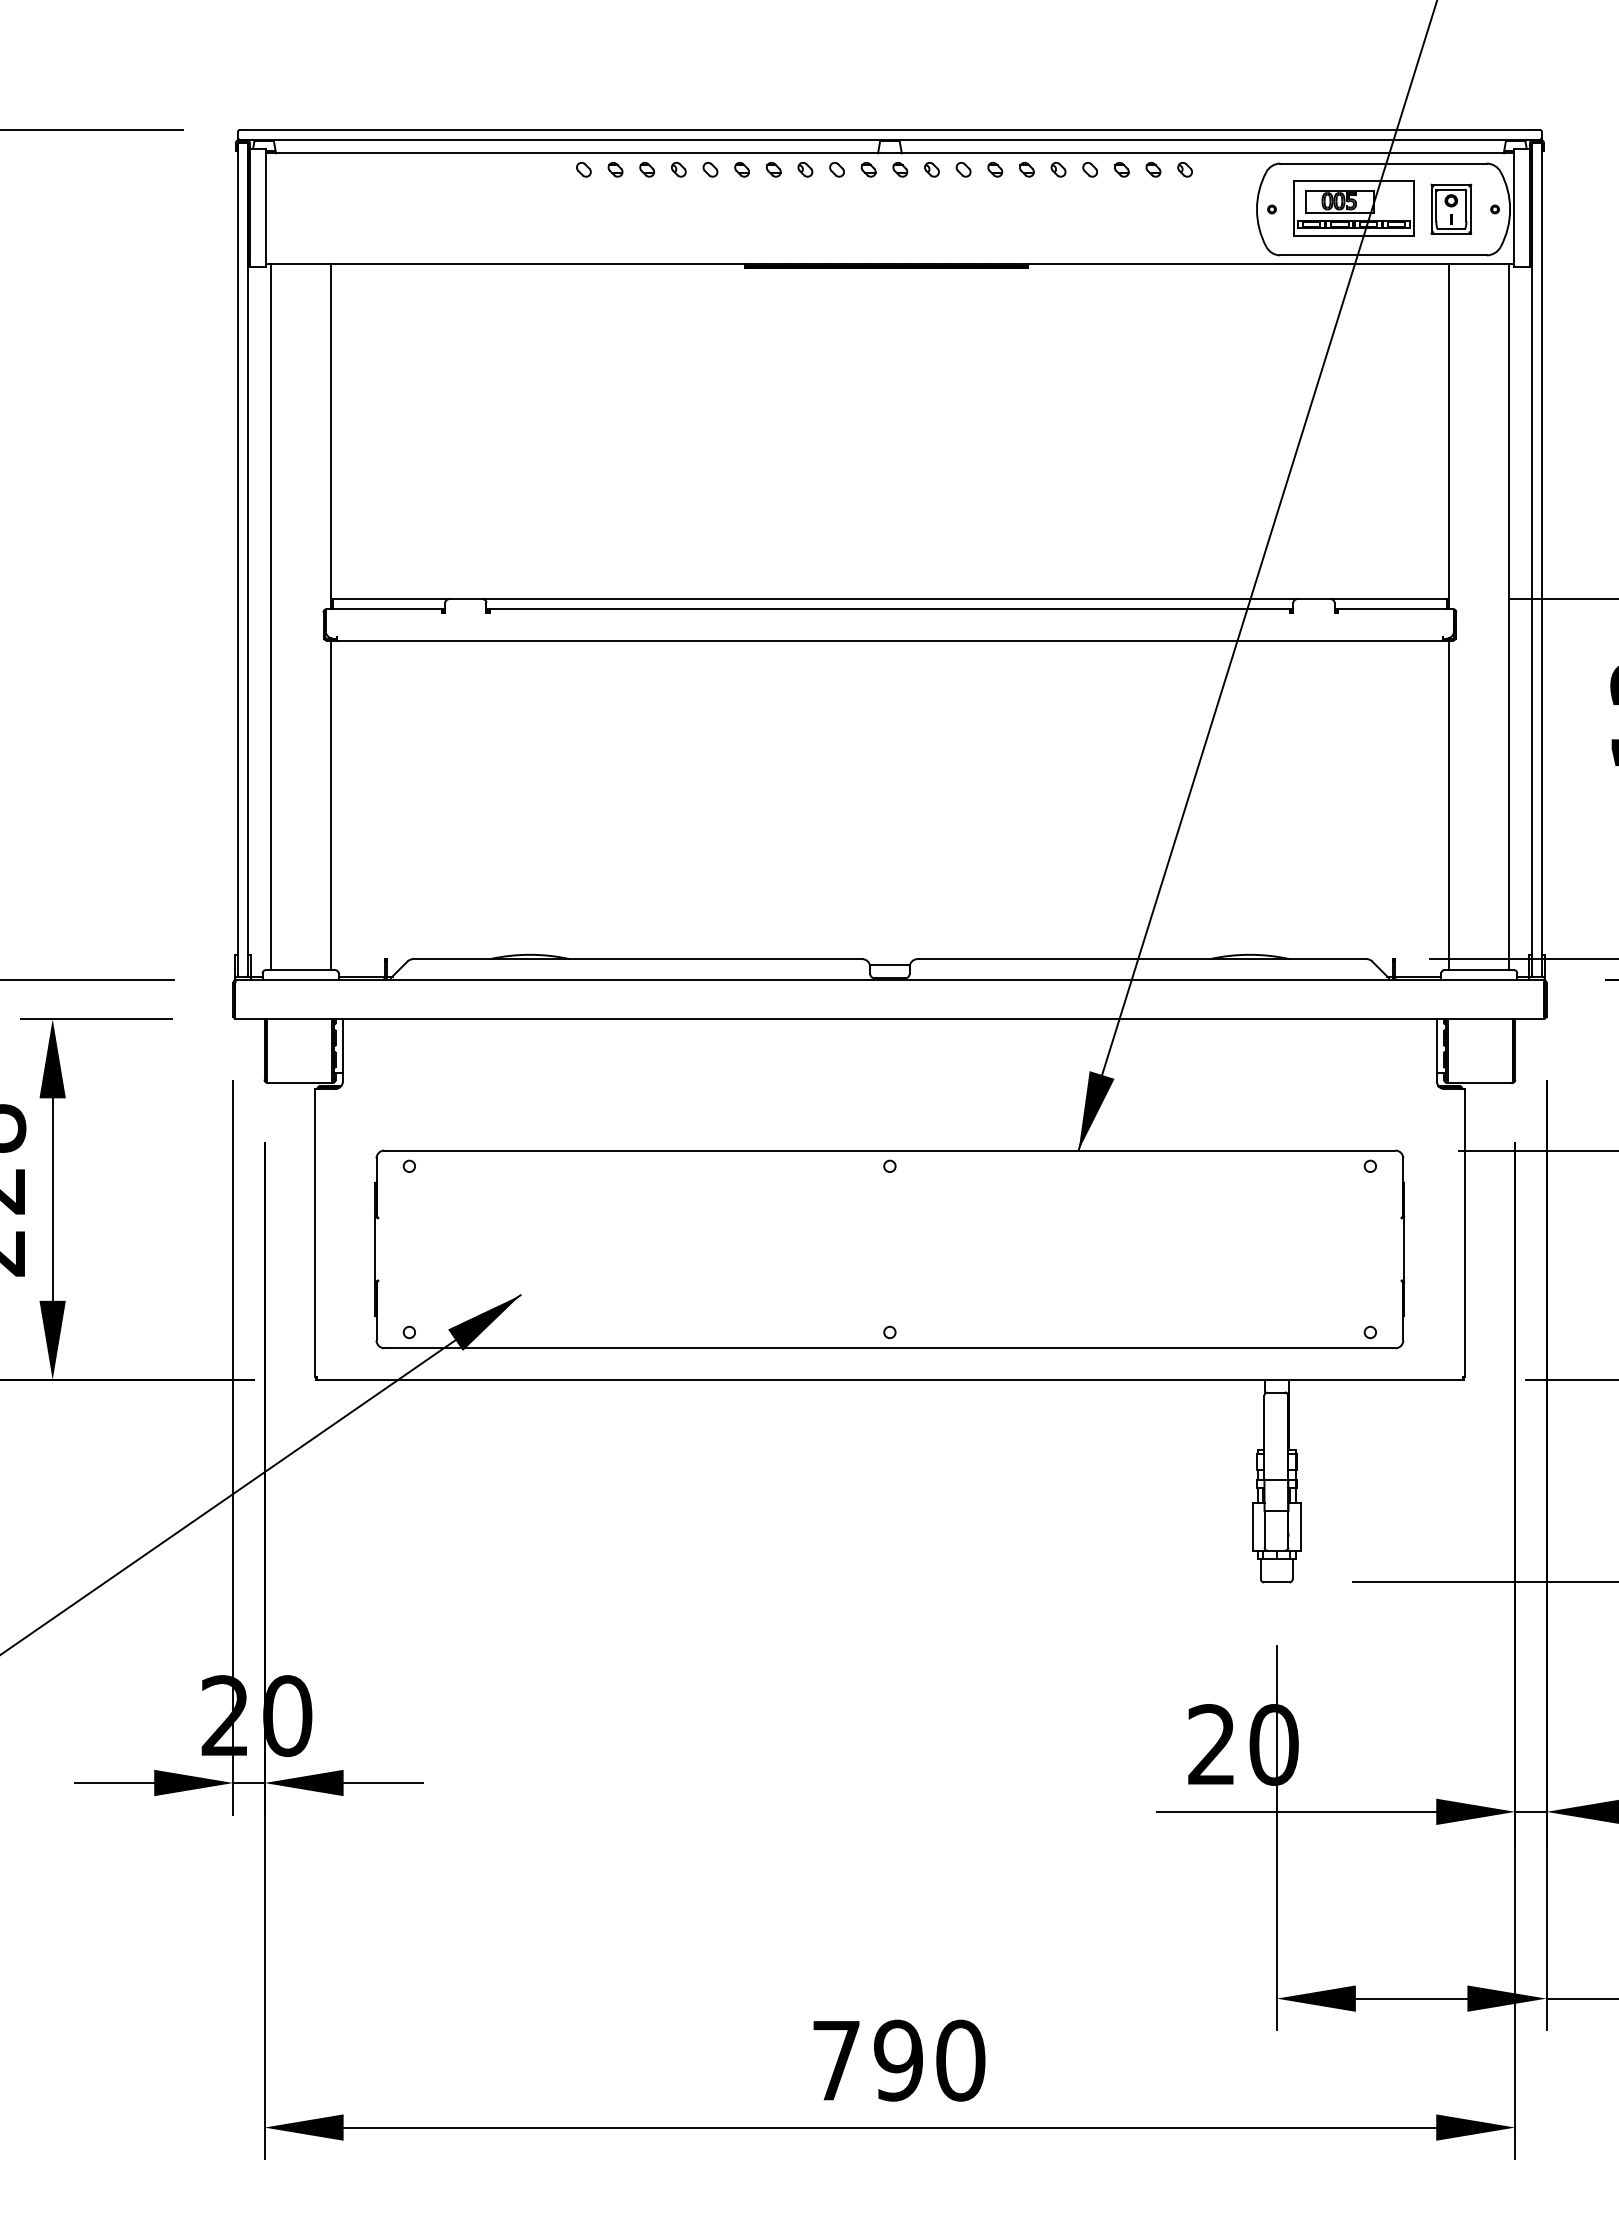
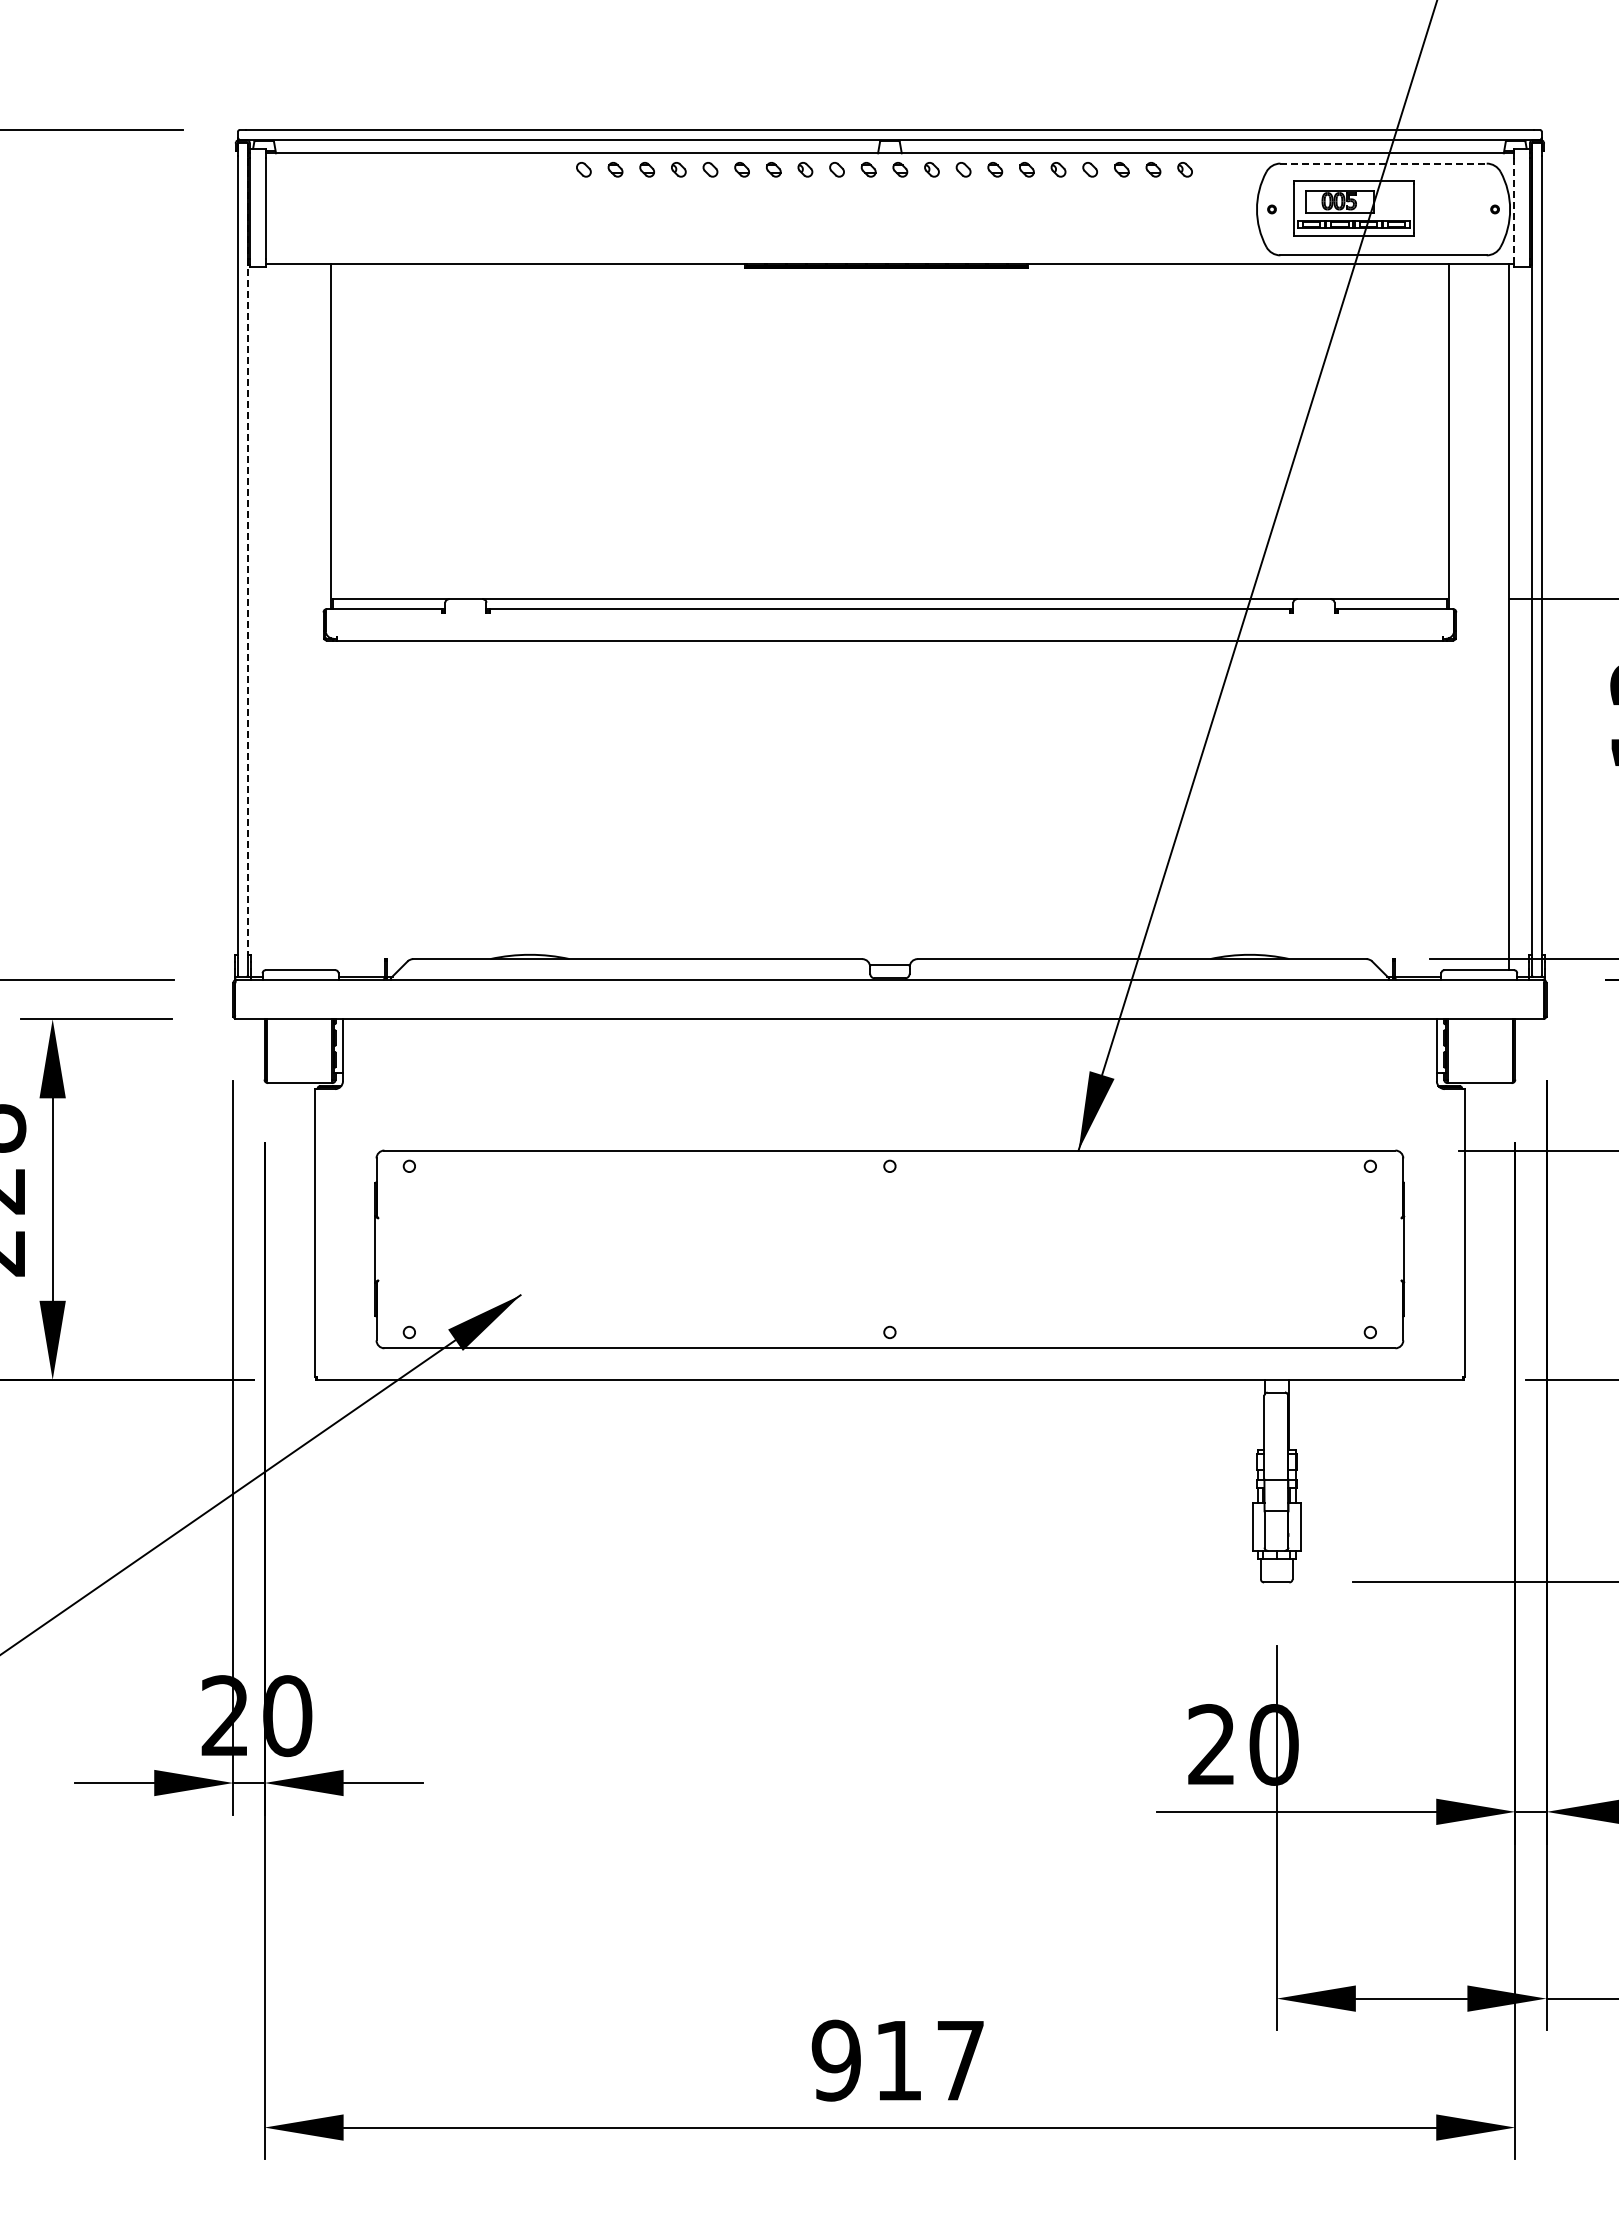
line at (1384, 163): solid -> dashed
part at (1451, 208): present -> none
line at (1514, 208): solid -> dashed
line at (247, 556): solid -> dashed
line at (270, 617): present -> none
line at (330, 805): present -> none
line at (1449, 805): present -> none
text at (898, 2060): 790 -> 917
